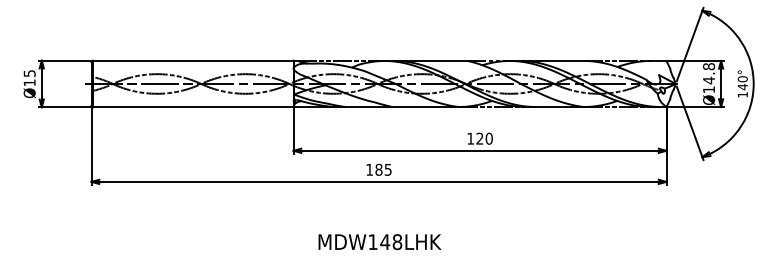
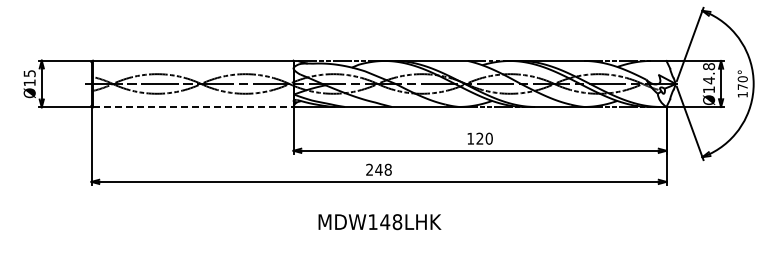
text at (742, 86): 140° -> 170°
line at (193, 107): solid -> dashed
text at (378, 169): 185 -> 248
text at (379, 242) position: (379, 242) -> (379, 222)
